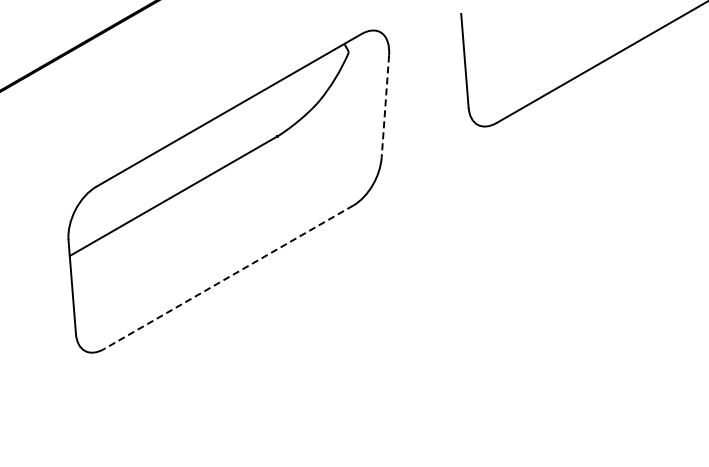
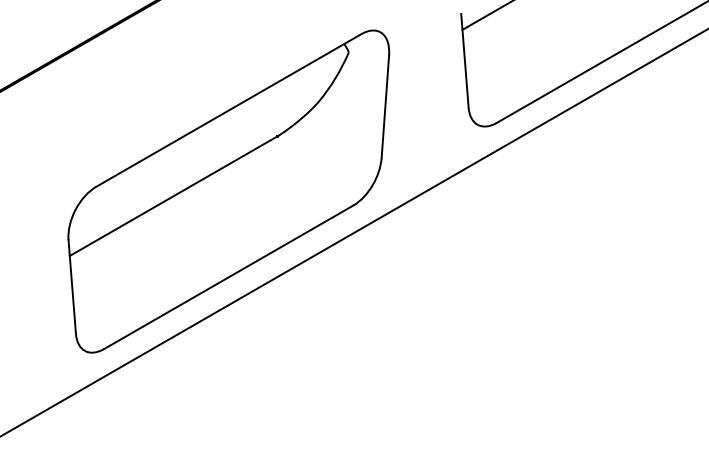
line at (486, 15): none -> present
line at (385, 107): dashed -> solid
line at (353, 232): none -> present
line at (228, 277): dashed -> solid
